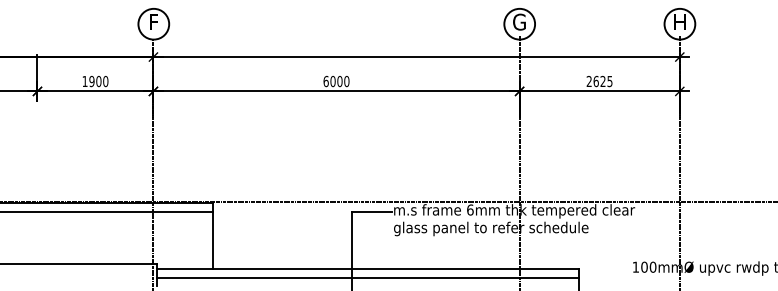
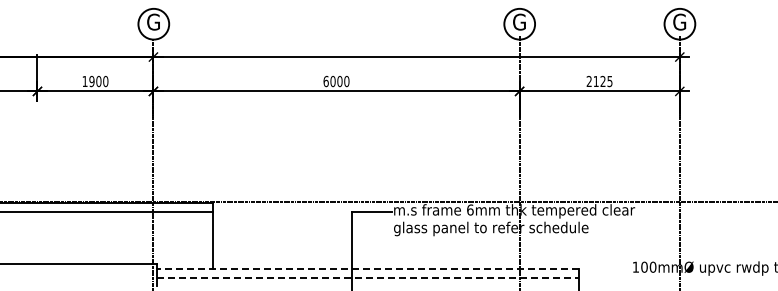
text at (153, 21): F -> G
text at (679, 21): H -> G
text at (595, 81): 2625 -> 2125
line at (367, 269): solid -> dashed
line at (368, 278): solid -> dashed
